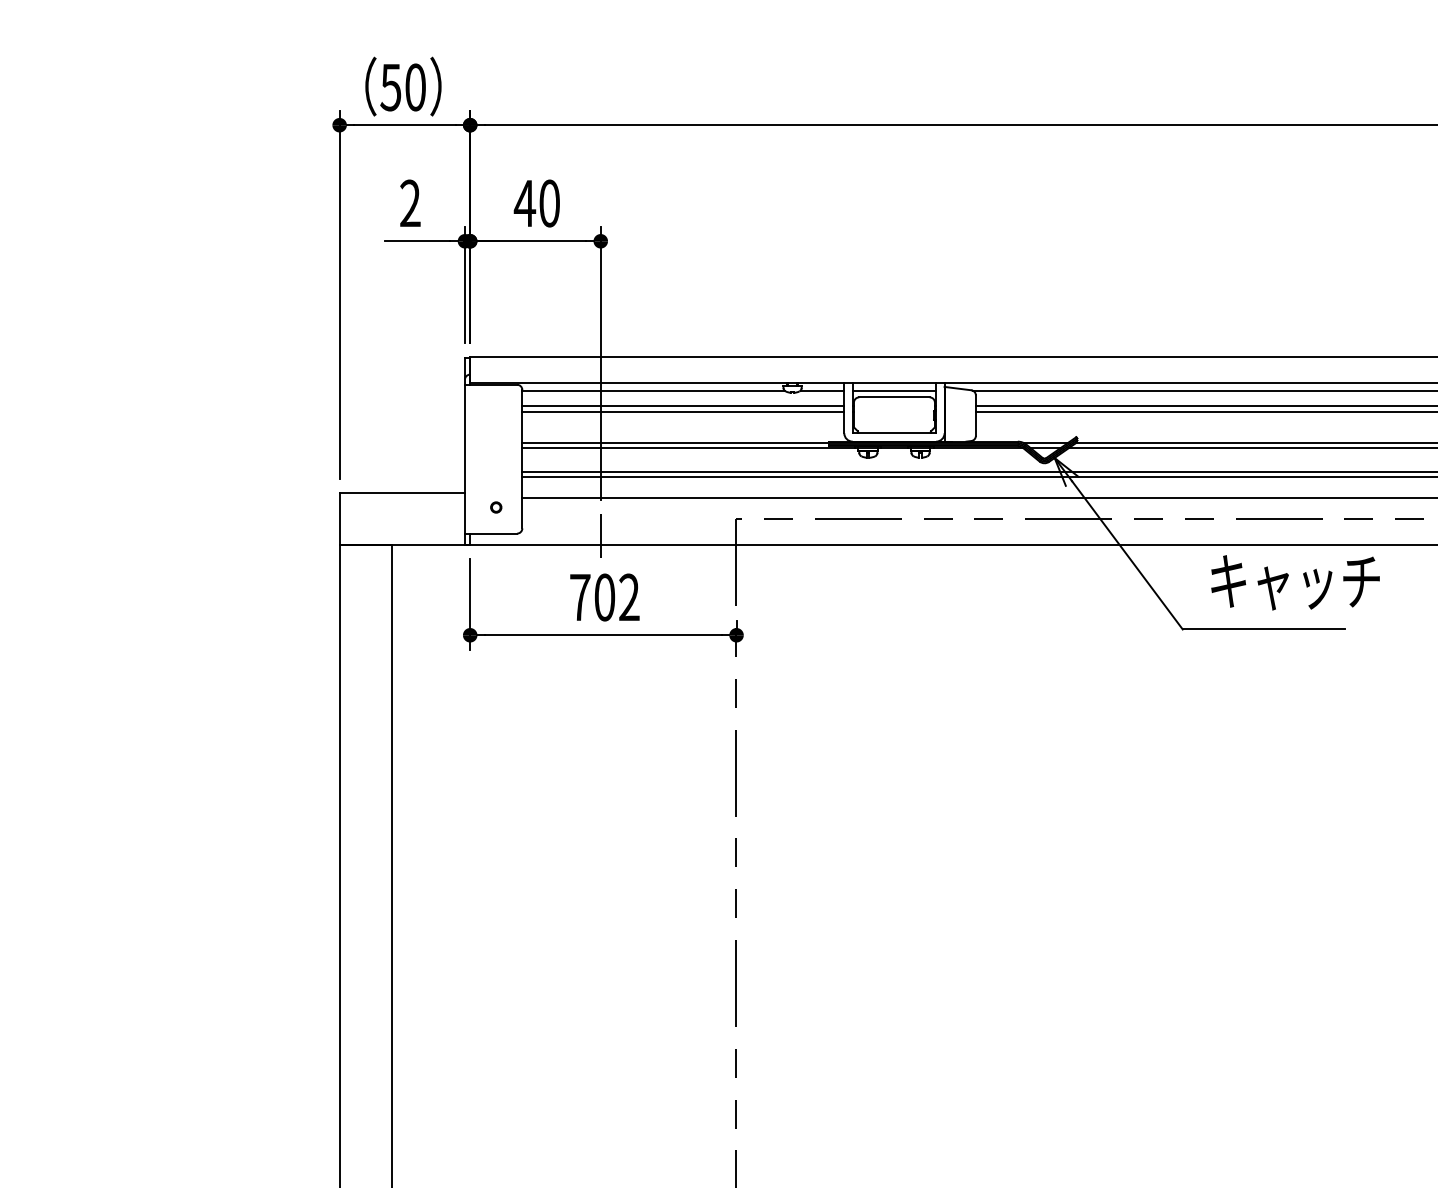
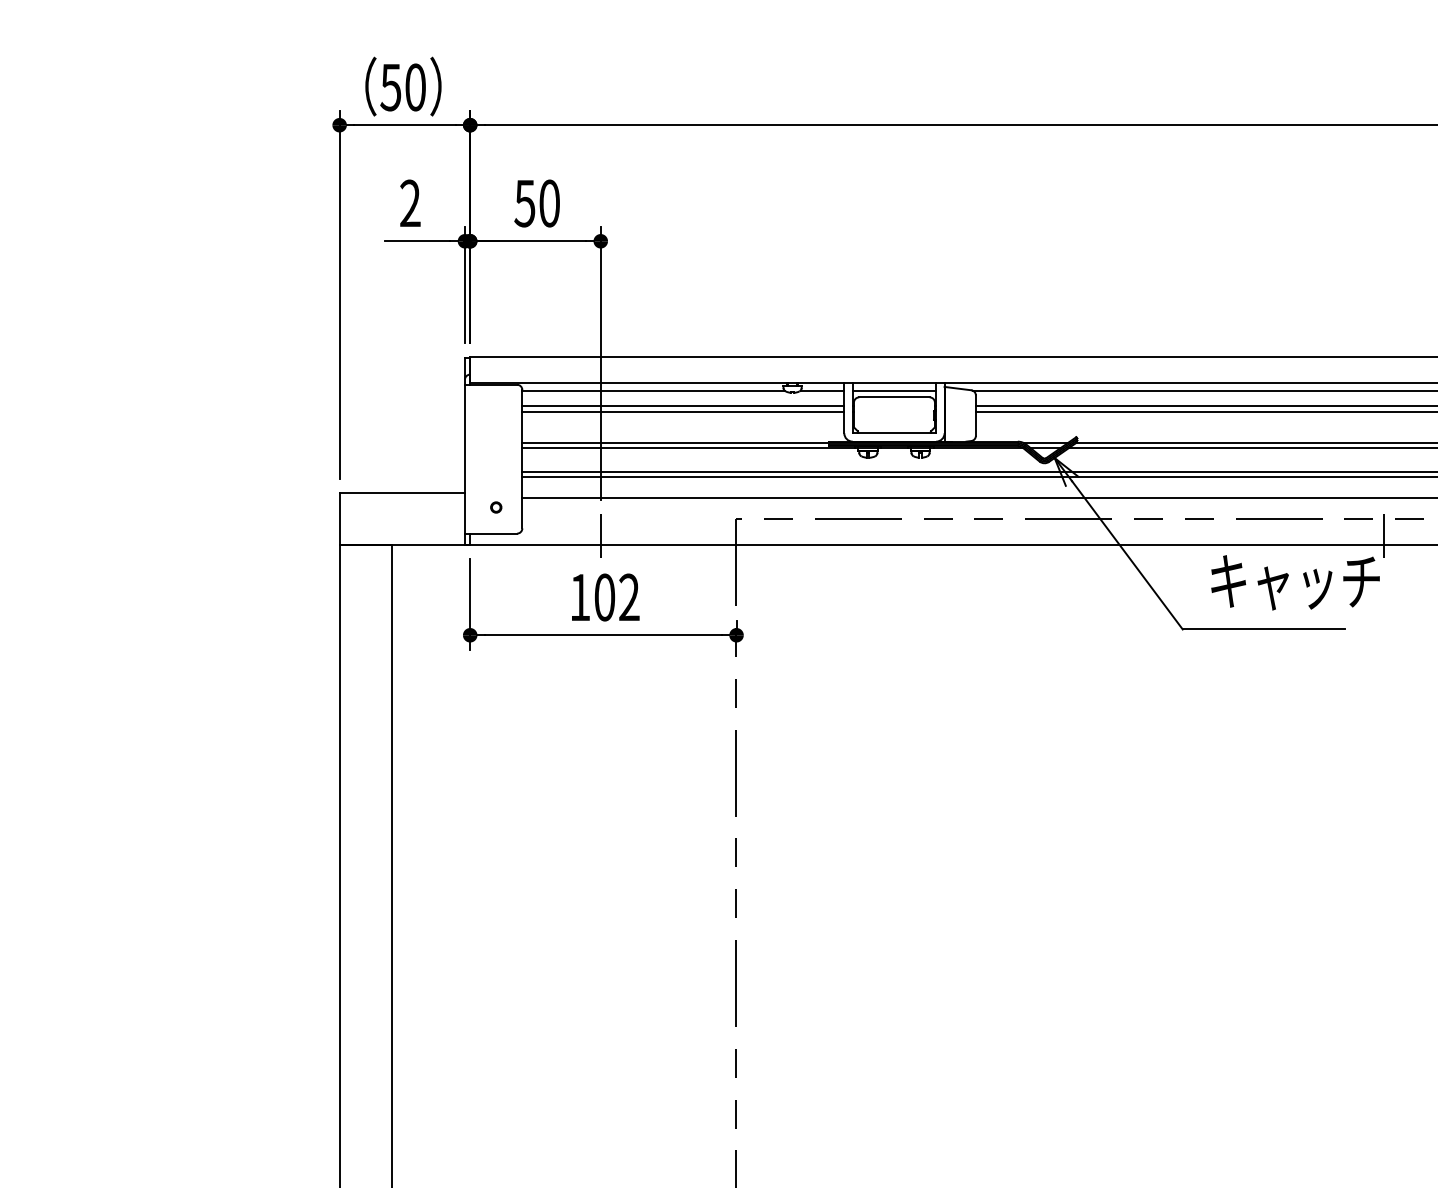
text at (524, 203): 40 -> 50
line at (1384, 536): none -> present
text at (580, 597): 702 -> 102
